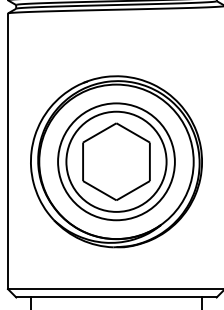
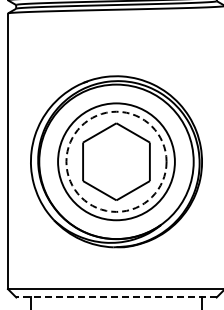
circle at (116, 161): solid -> dashed
line at (116, 297): solid -> dashed
